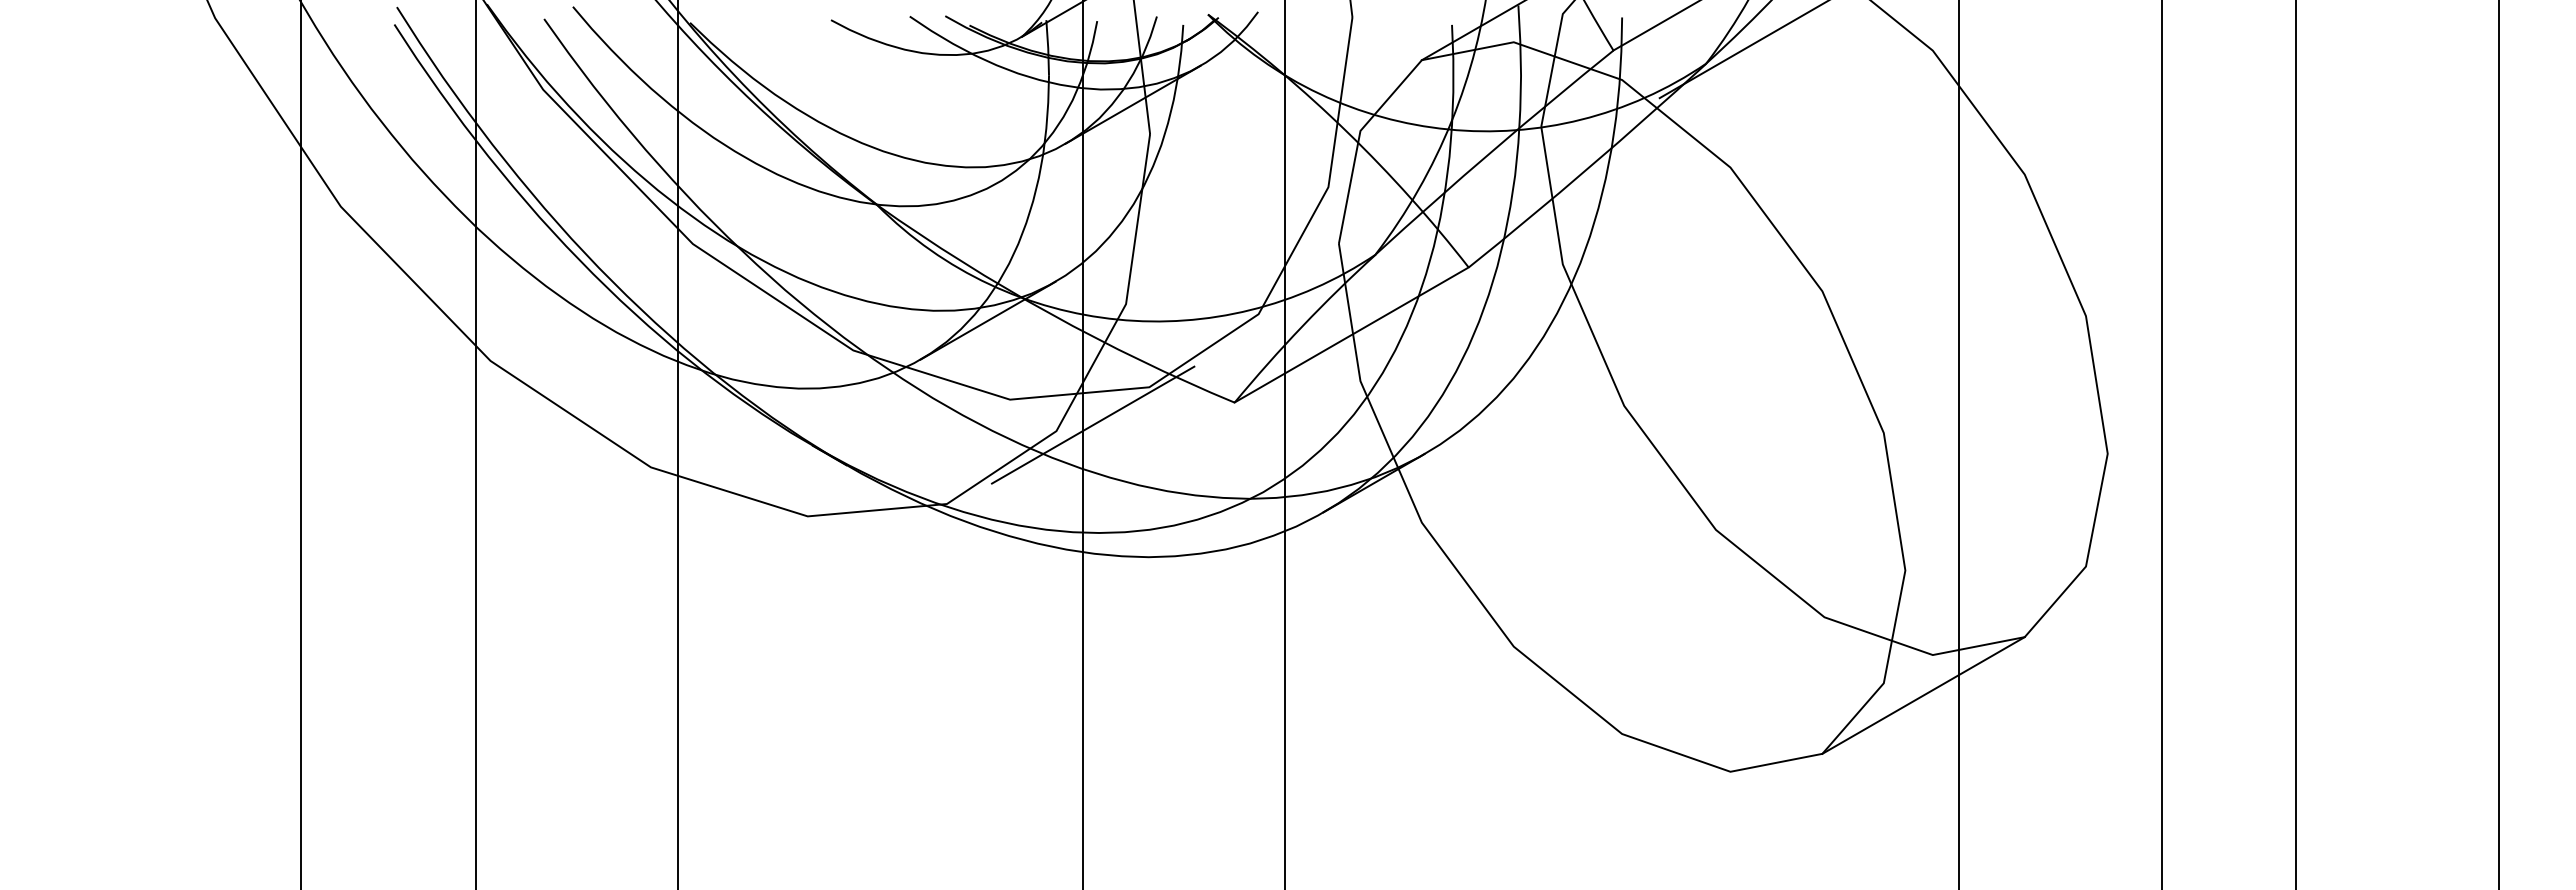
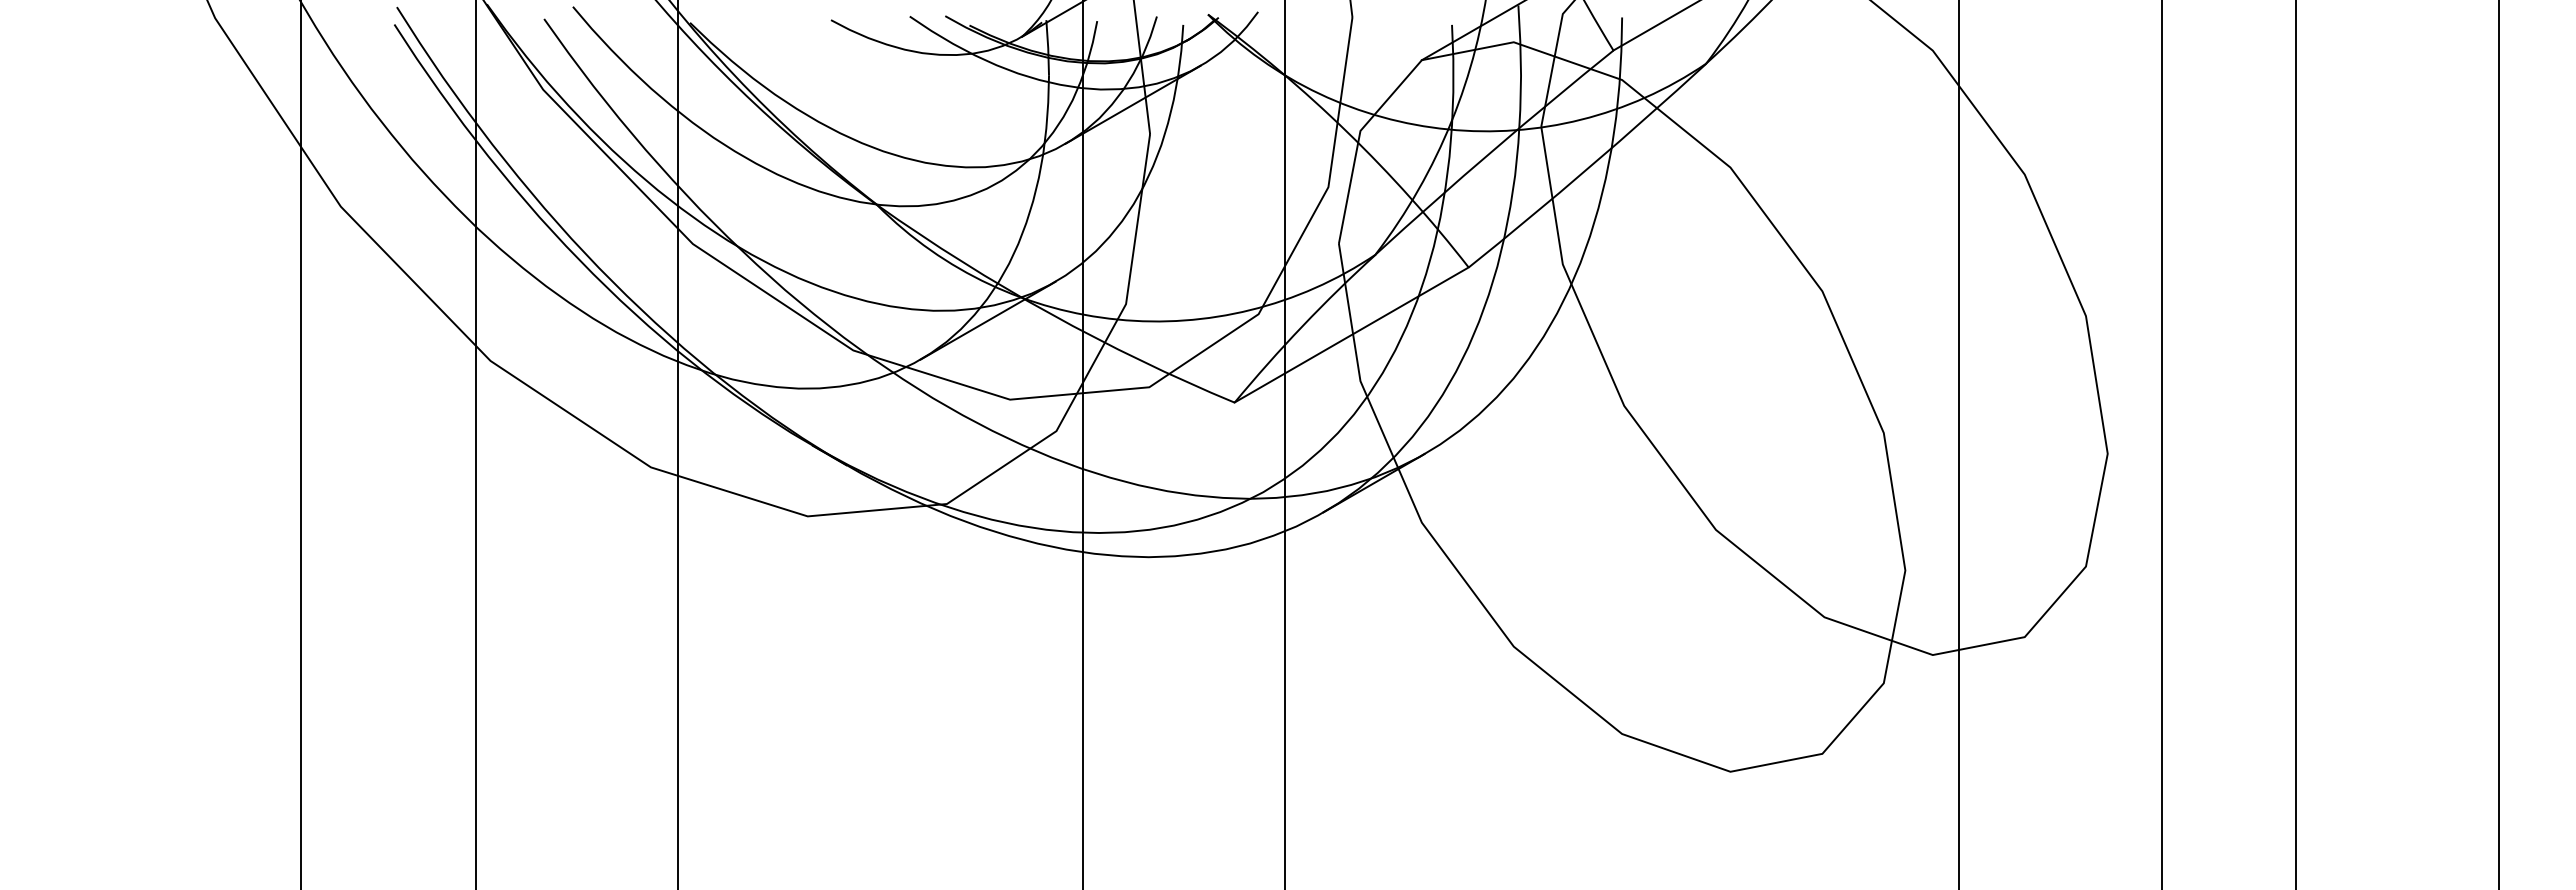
line at (1742, 50): present -> none
line at (1092, 424): present -> none
line at (1923, 695): present -> none
